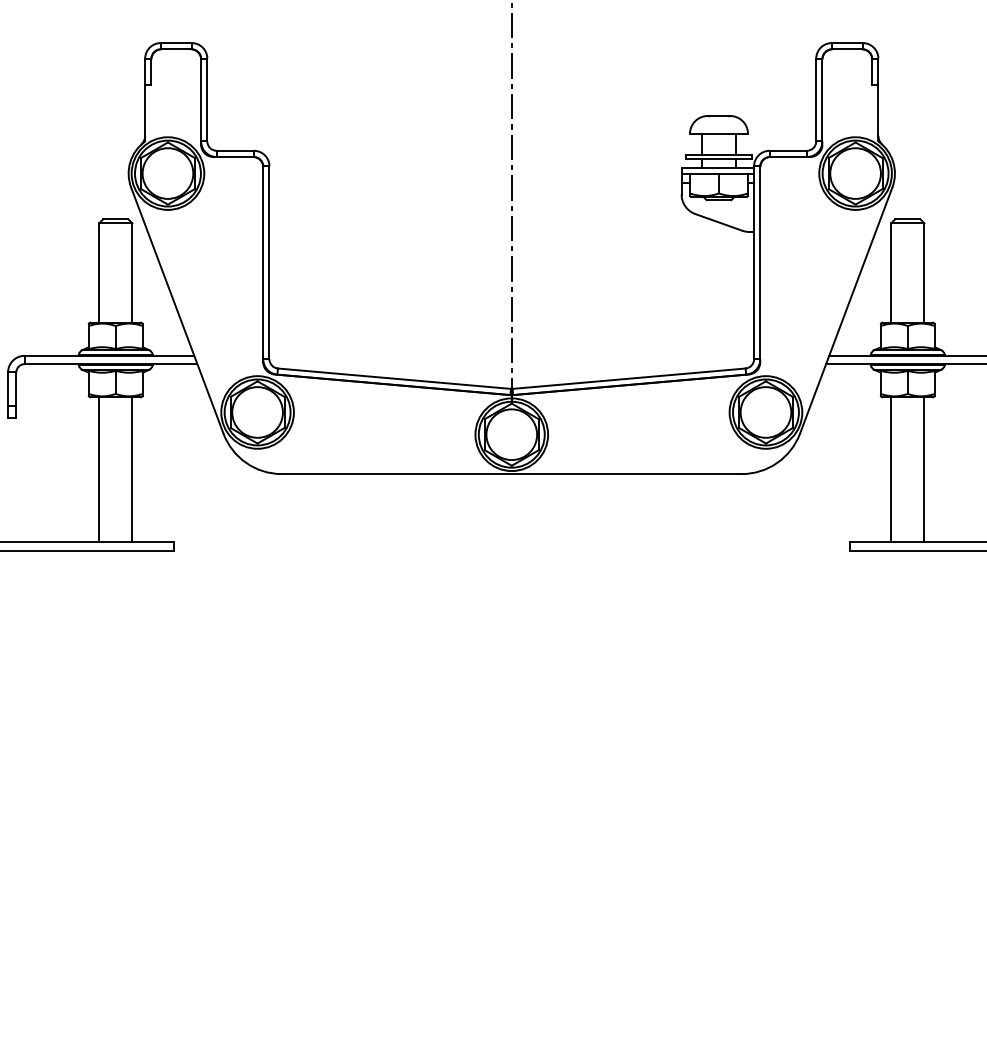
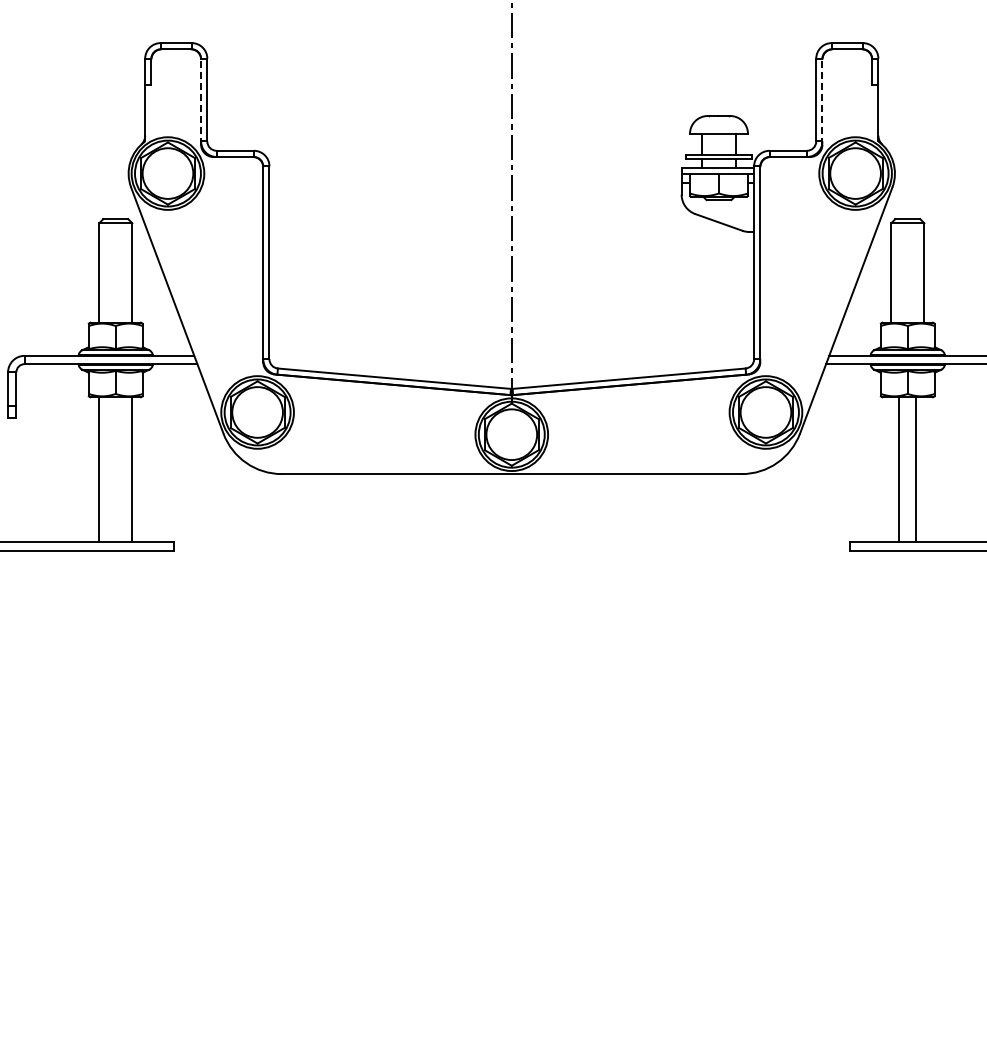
line at (201, 101): solid -> dashed
line at (822, 101): solid -> dashed
line at (891, 469) position: (891, 469) -> (899, 469)
line at (924, 469) position: (924, 469) -> (916, 469)
